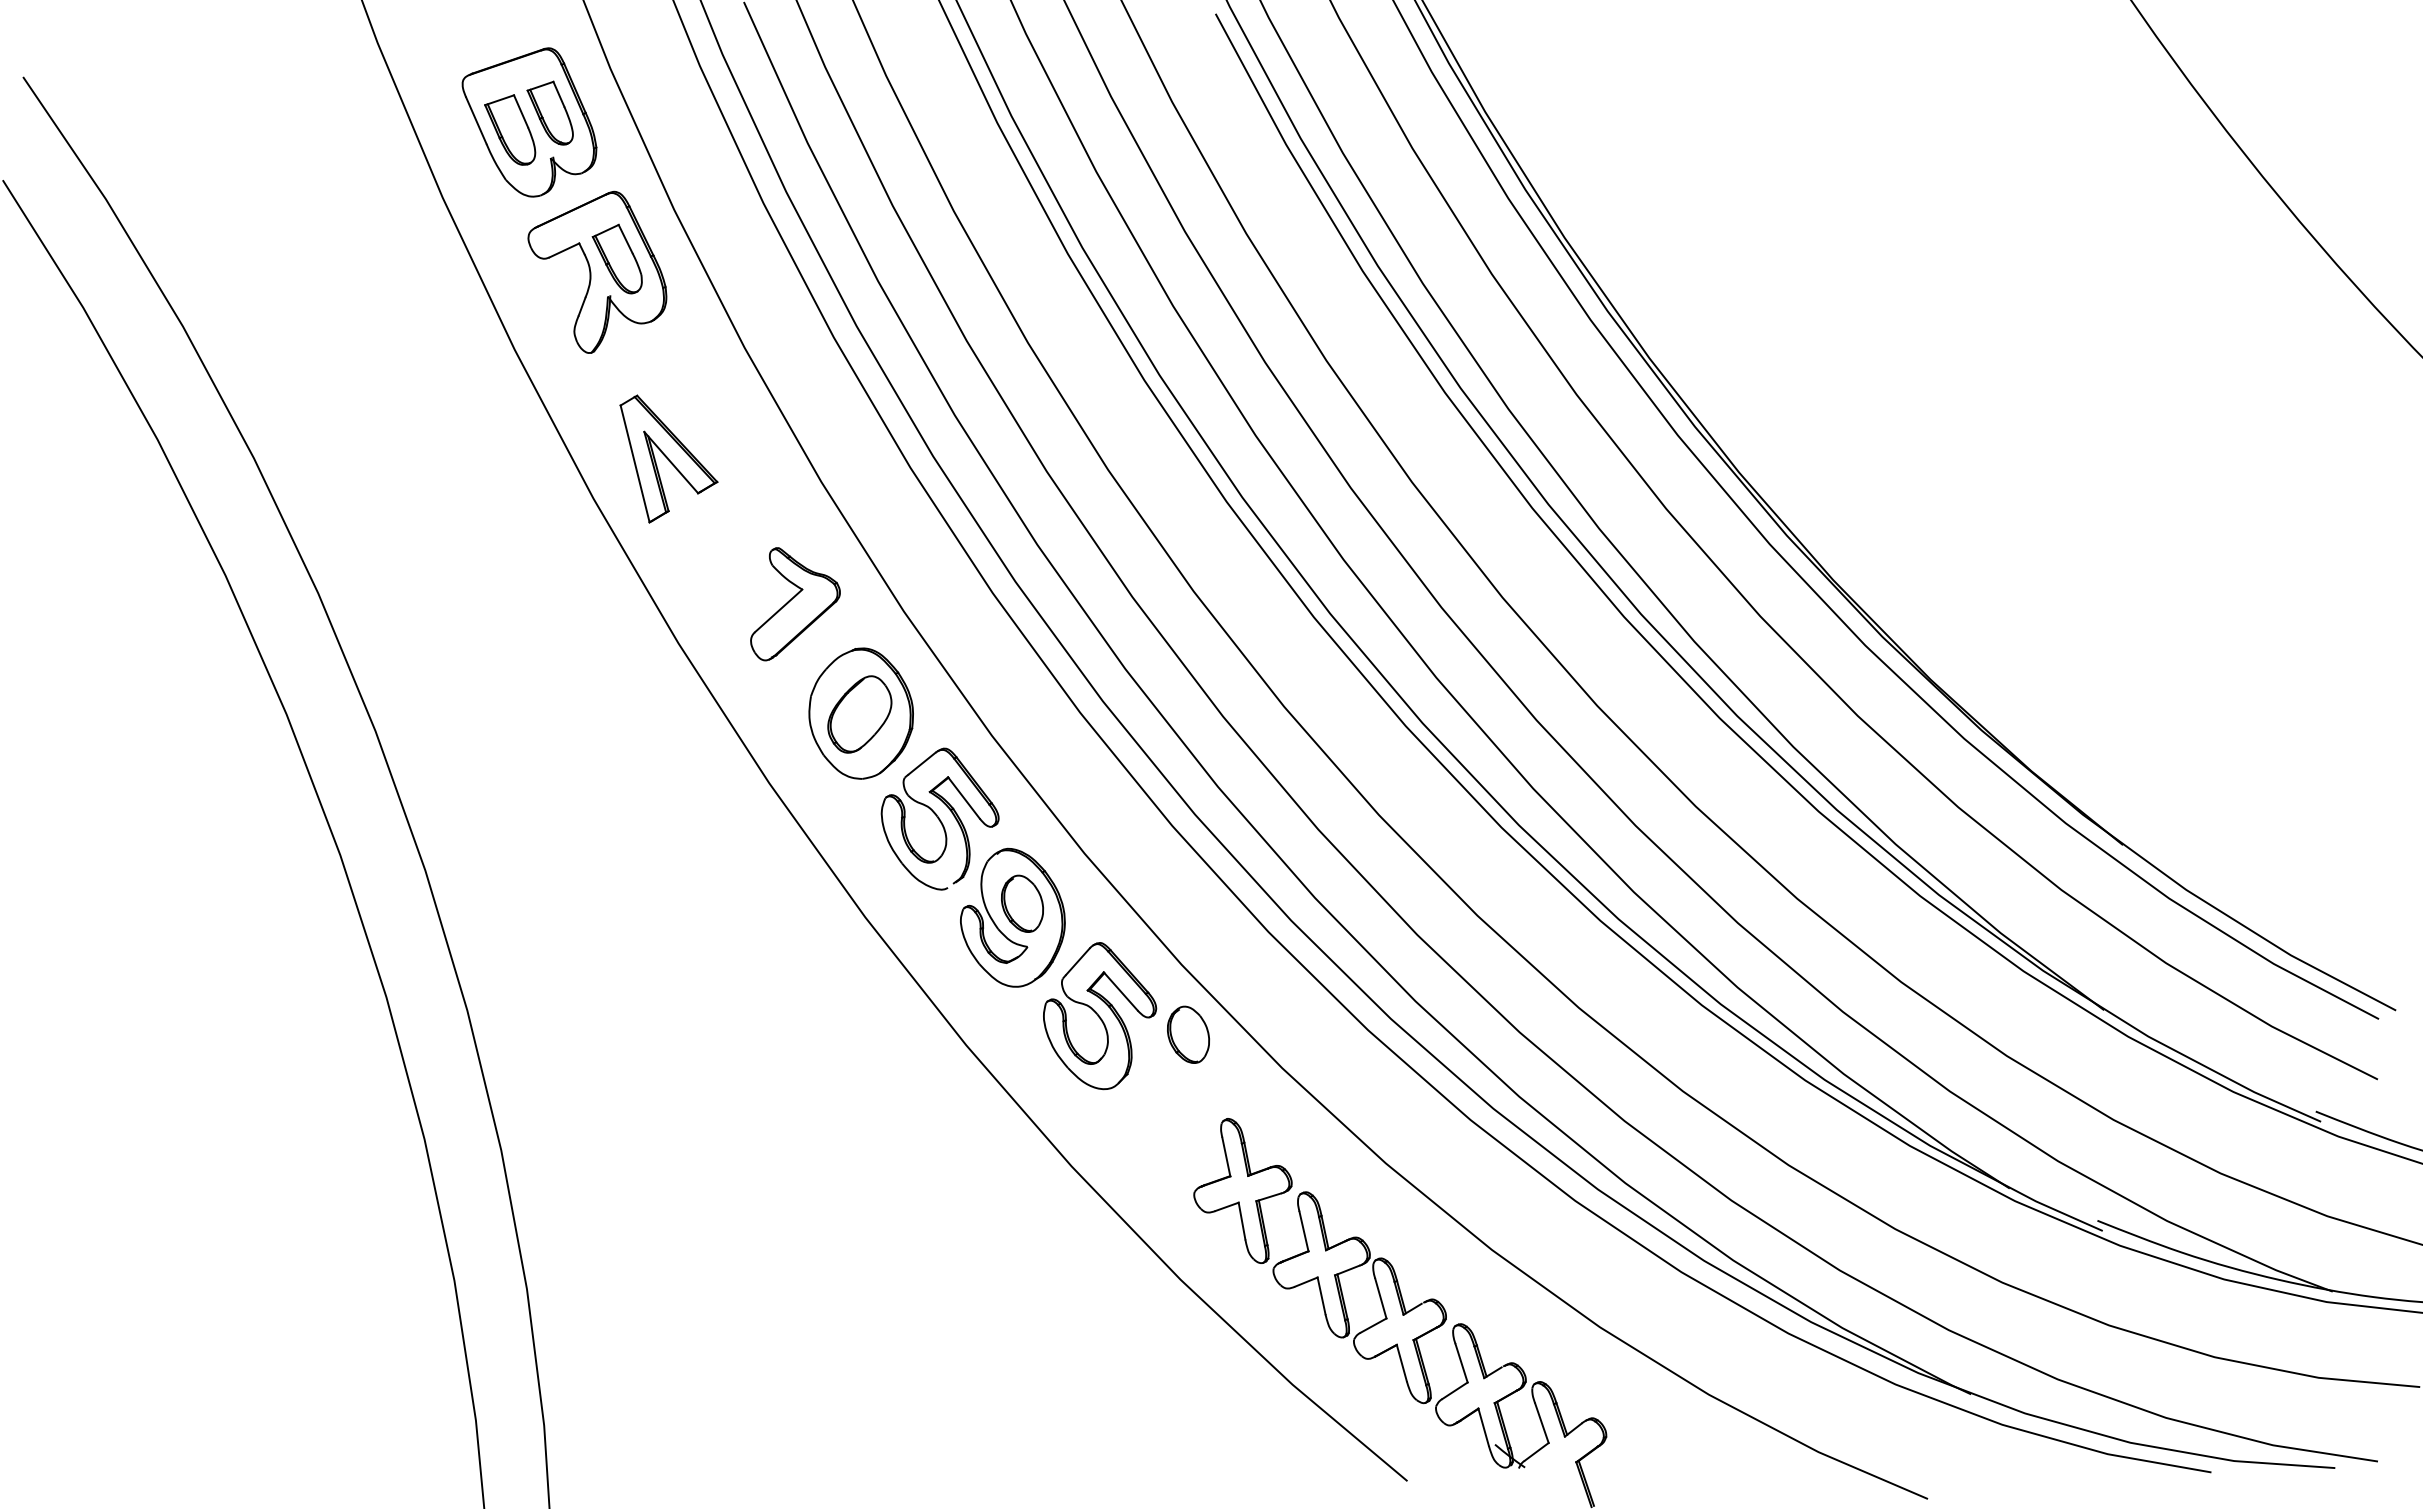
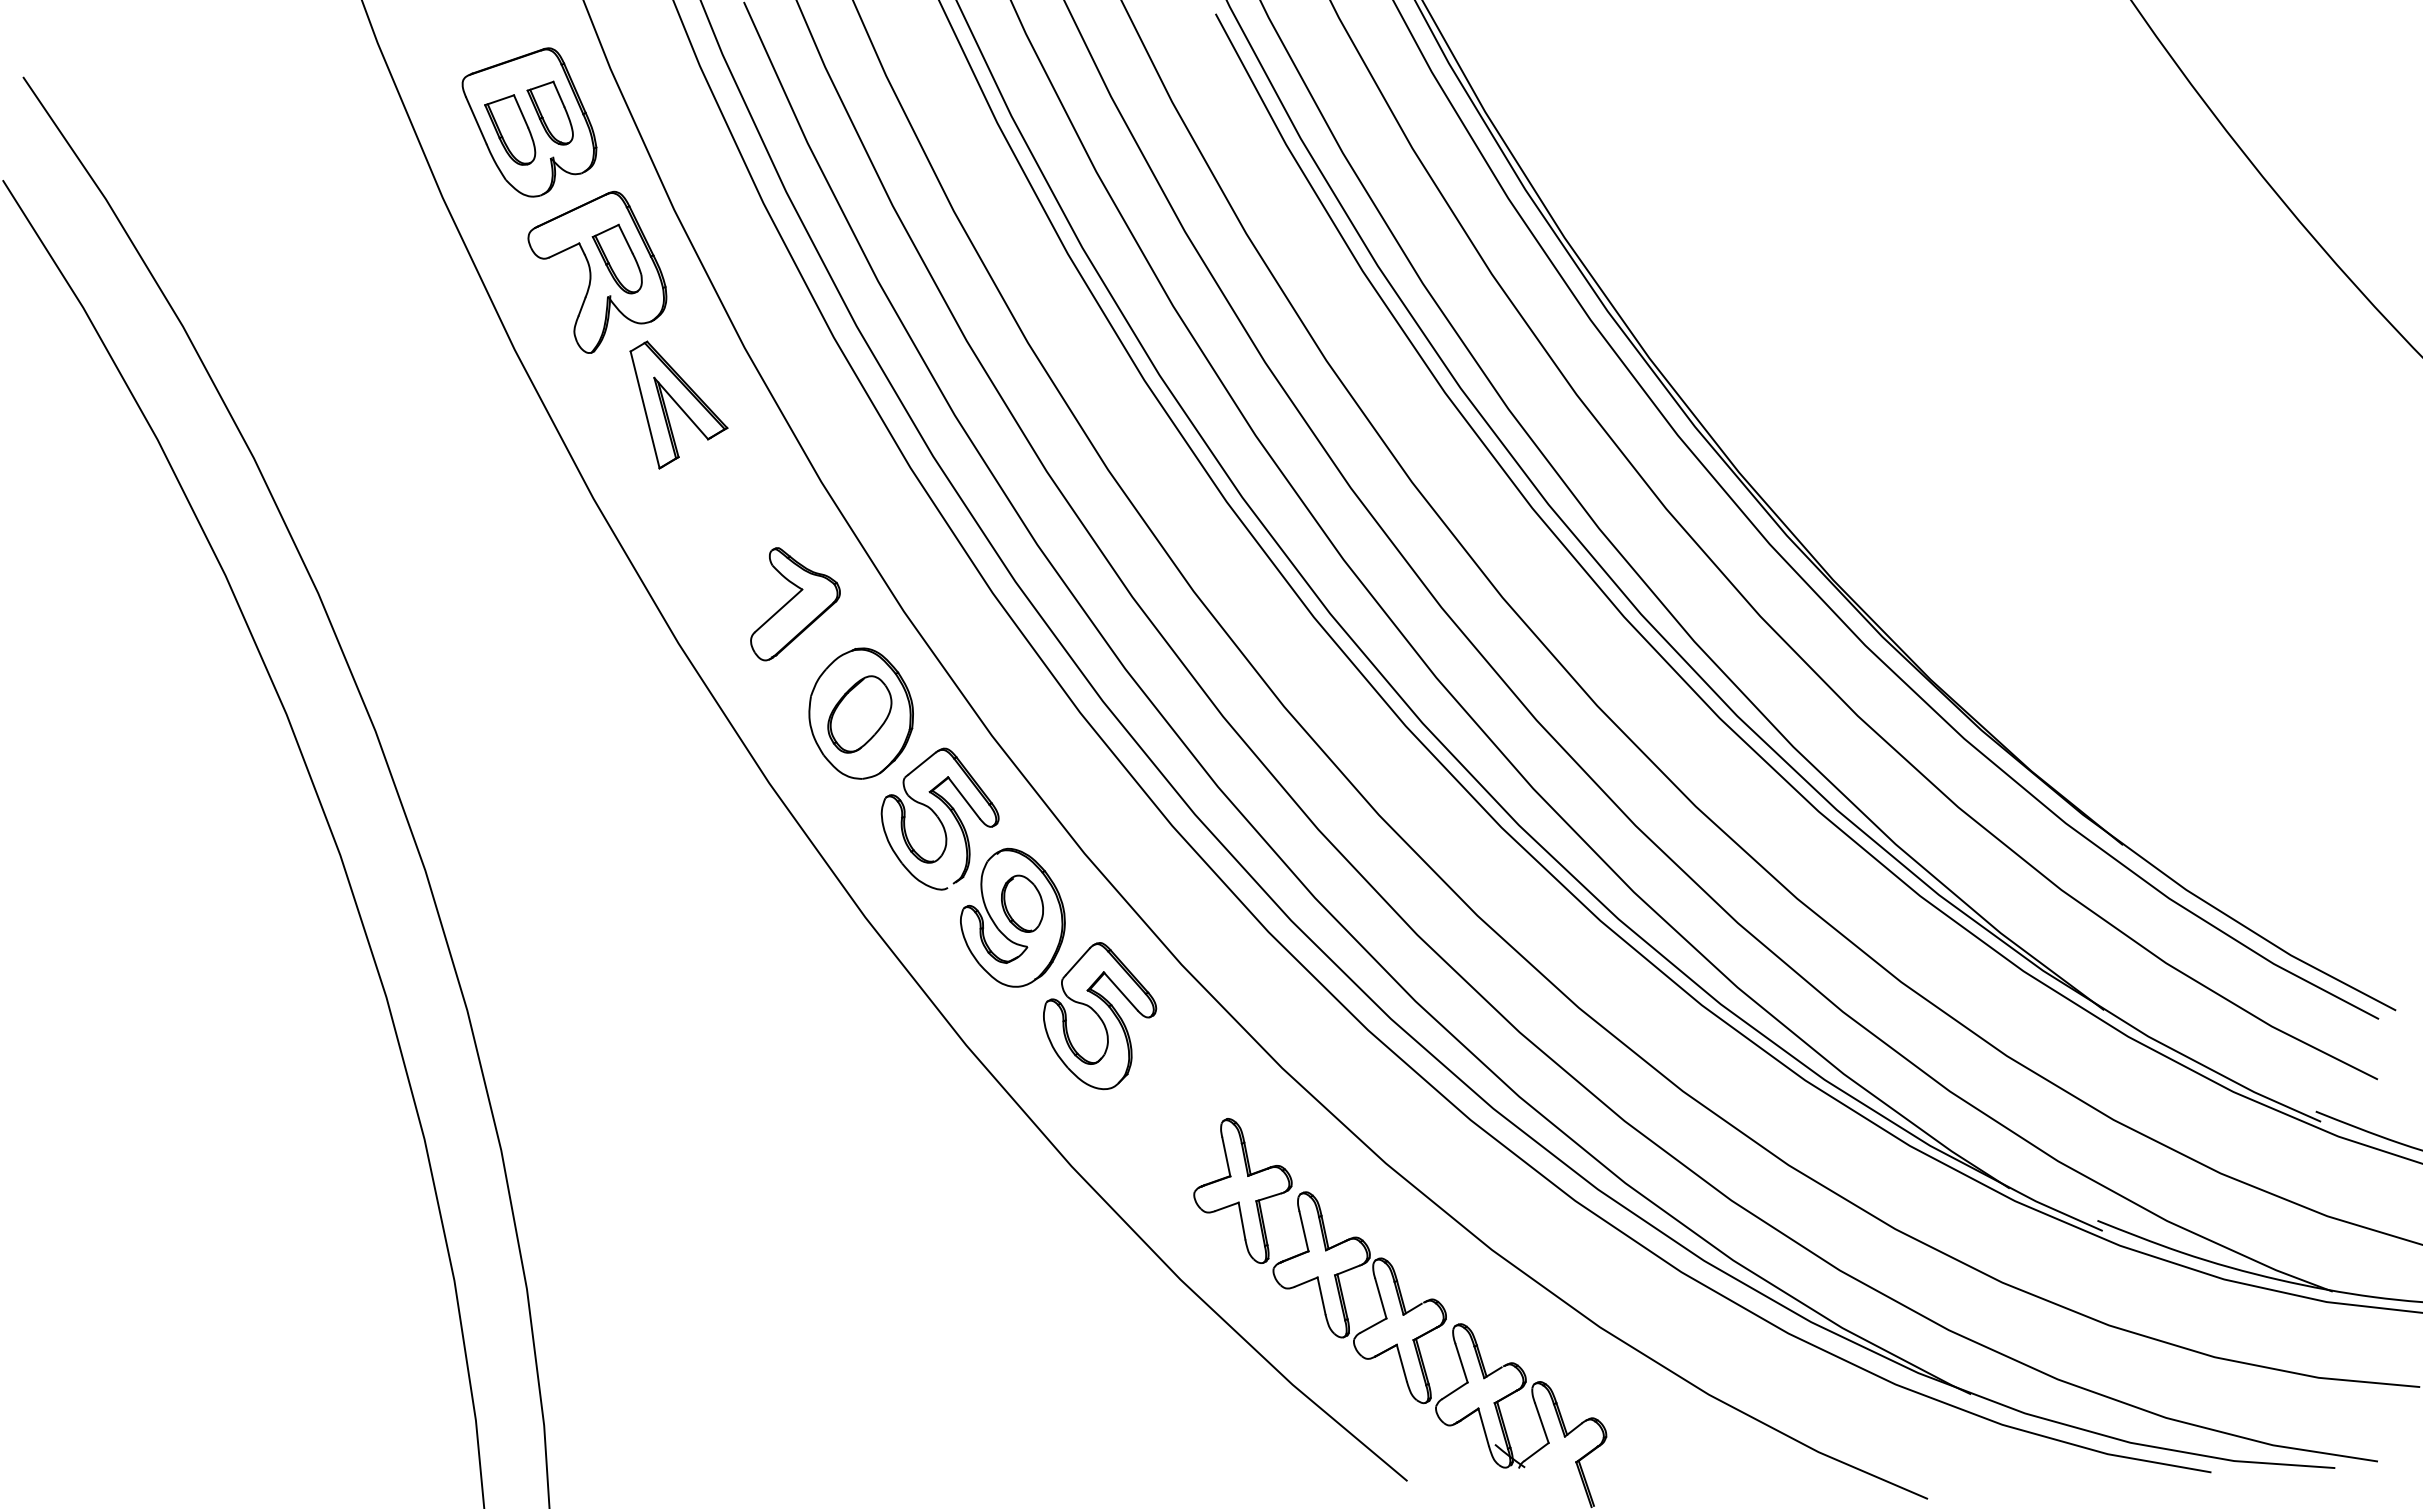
part at (668, 458) position: (668, 458) -> (678, 404)
part at (1188, 1034): present -> none
